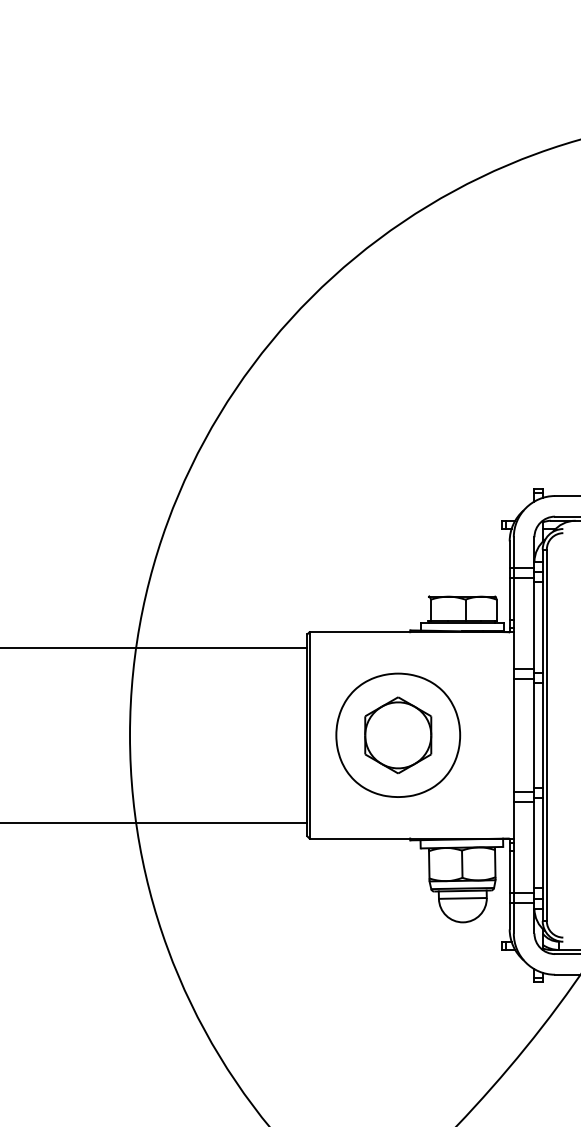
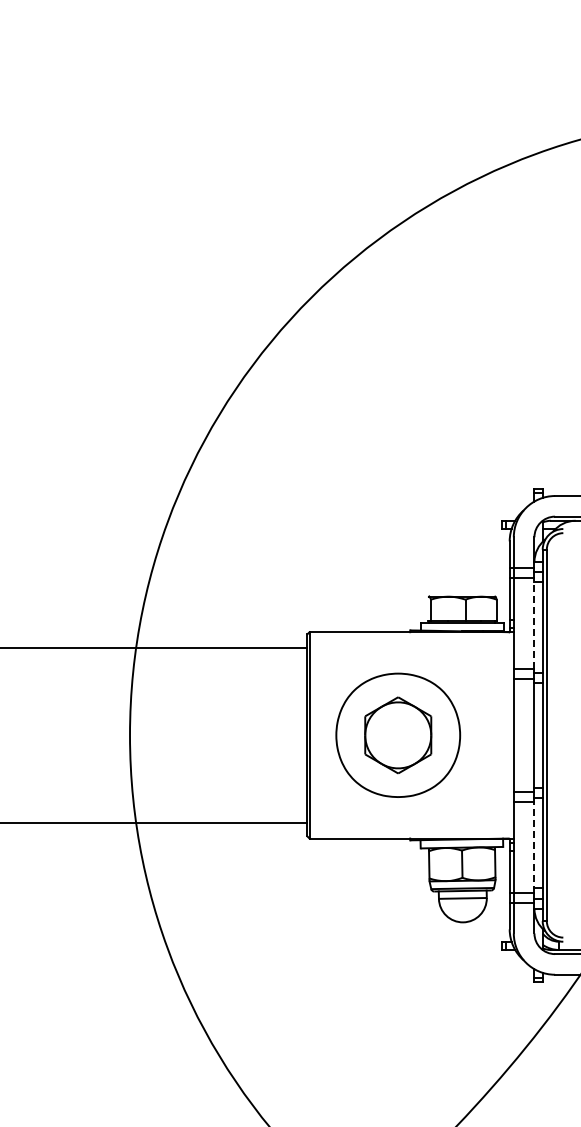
line at (534, 622): solid -> dashed
line at (534, 846): solid -> dashed
